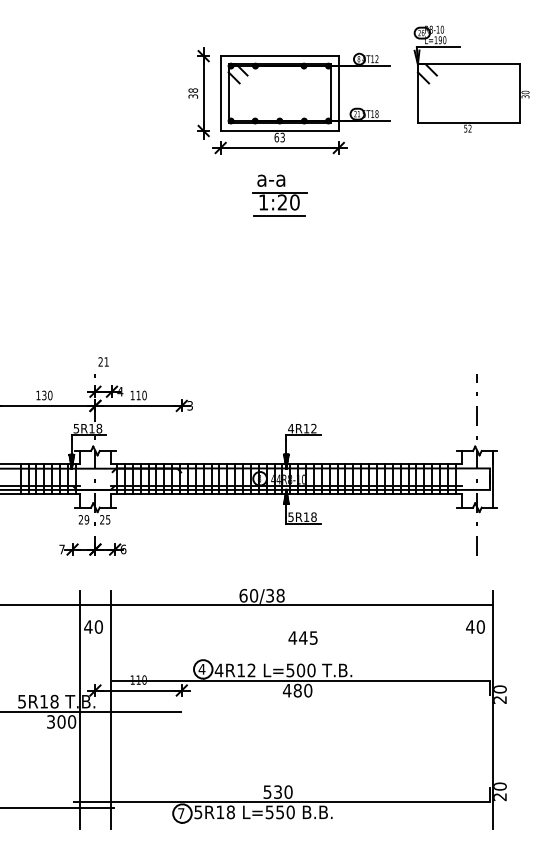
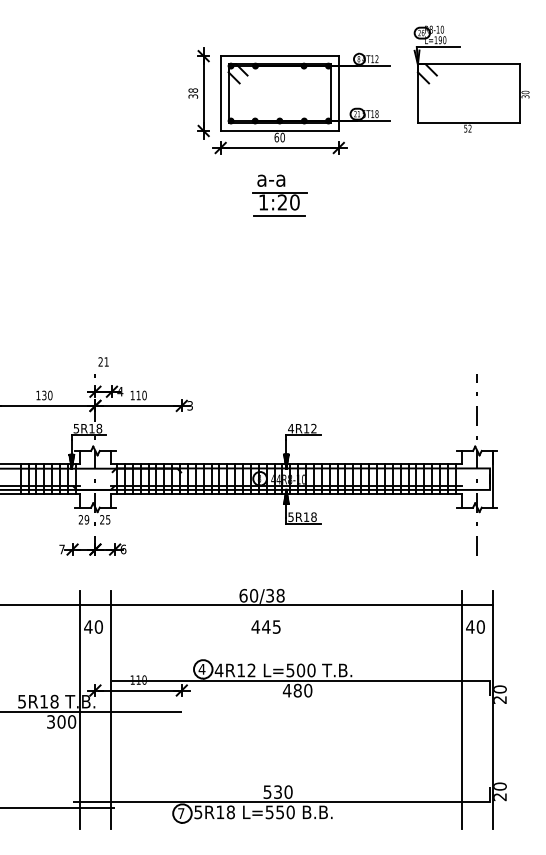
text at (282, 137): 63 -> 60
text at (302, 637) position: (302, 637) -> (265, 626)
line at (461, 710): none -> present
